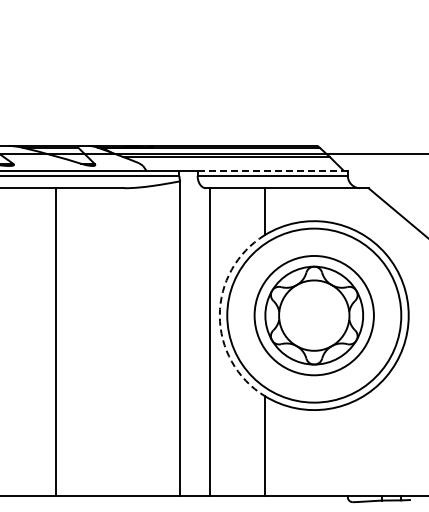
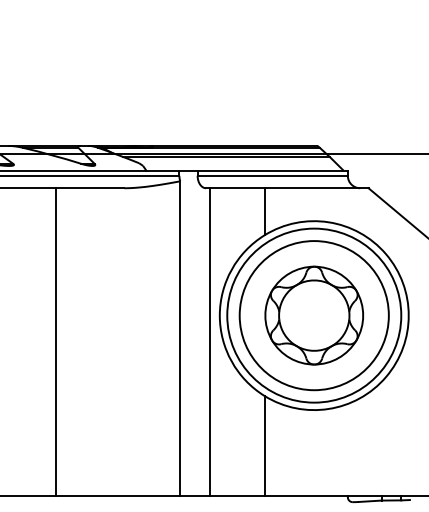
line at (272, 170): dashed -> solid
arc at (219, 315): dashed -> solid
circle at (313, 315) diameter: 119 px -> 149 px
